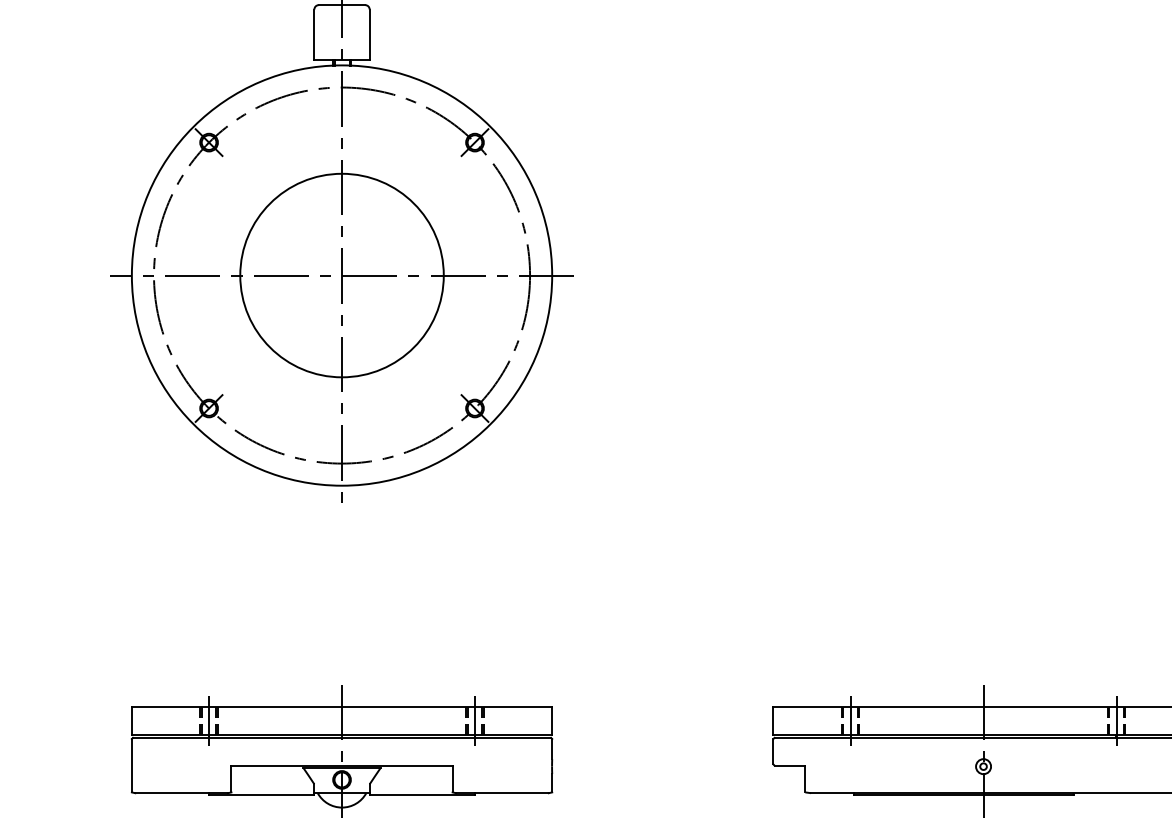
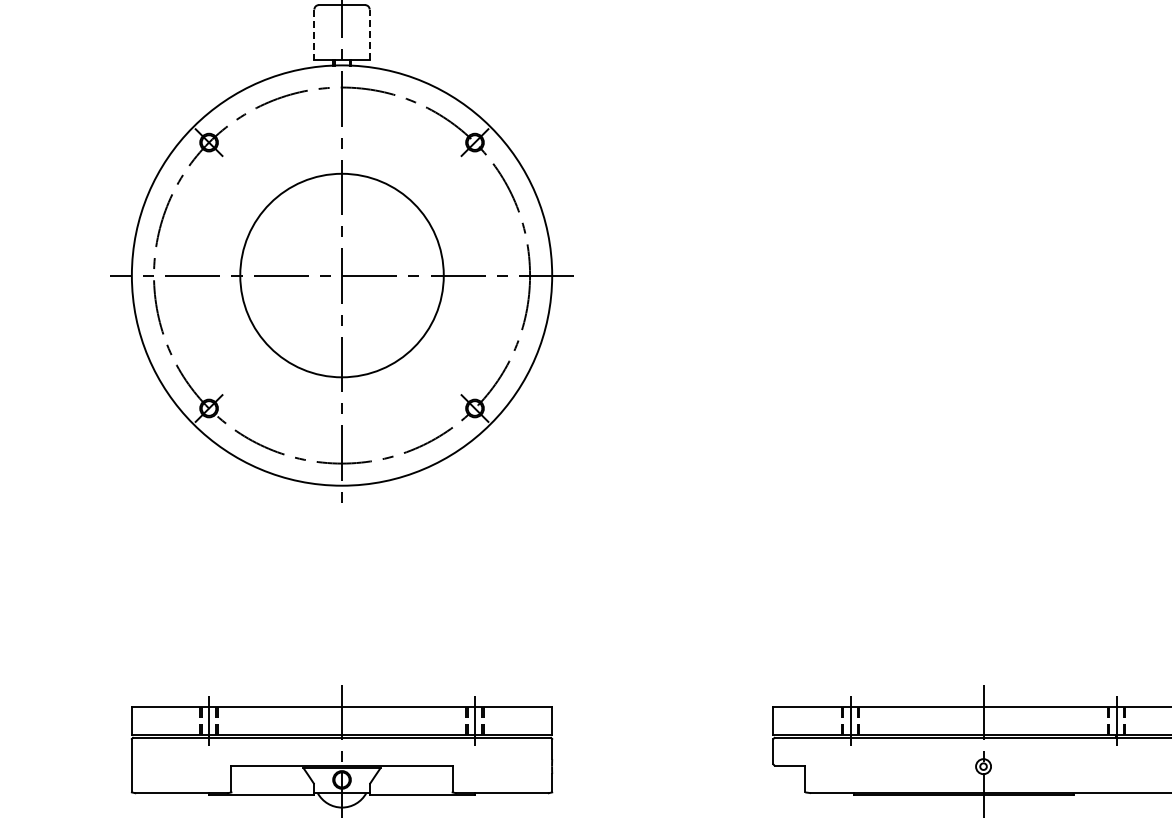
line at (369, 34): solid -> dashed
line at (314, 35): solid -> dashed
